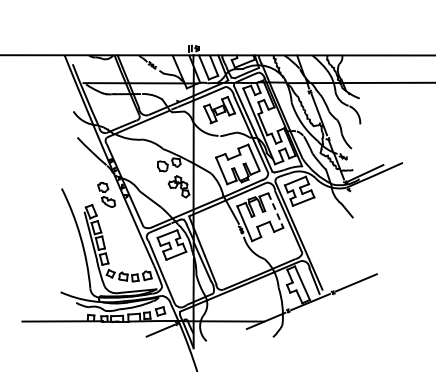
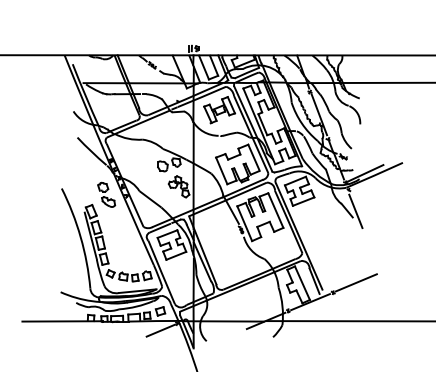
line at (275, 210): dashed -> solid
line at (355, 211): none -> present
line at (349, 321): none -> present
